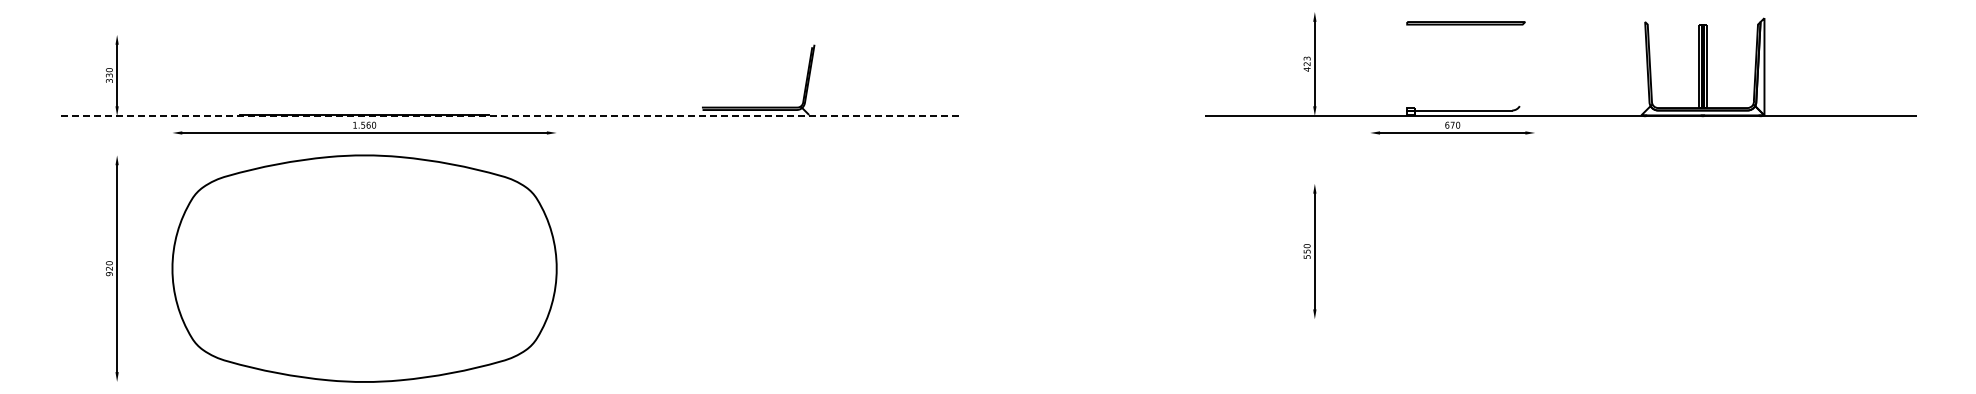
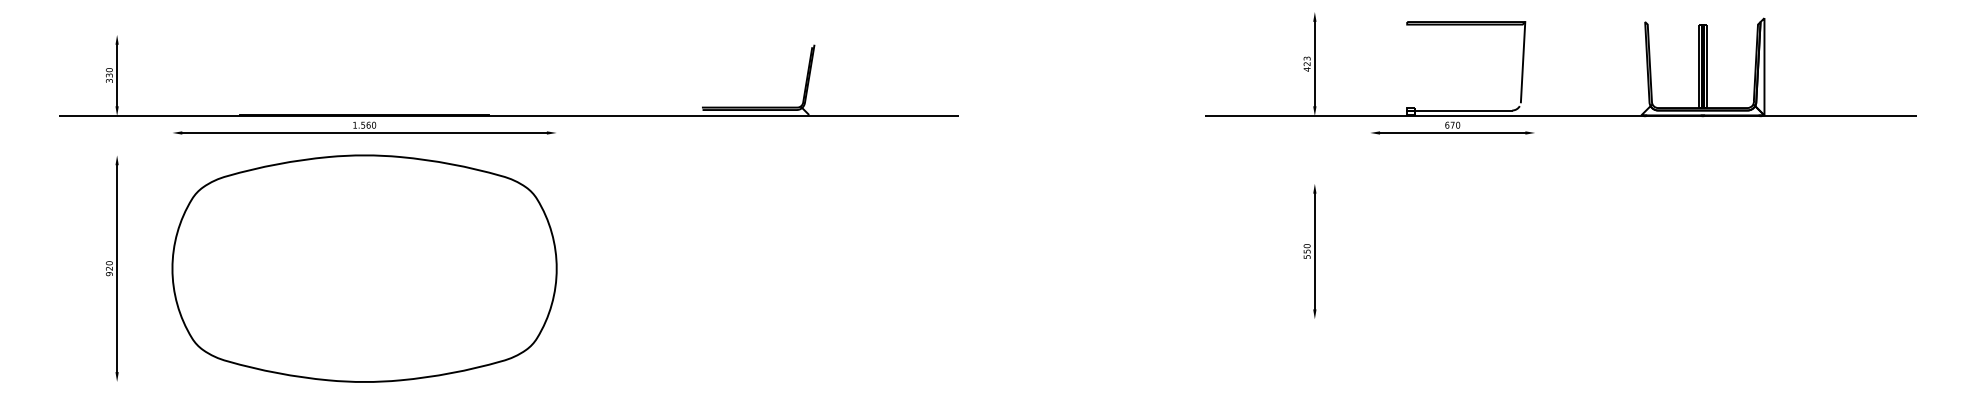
line at (1522, 62): none -> present
line at (509, 116): dashed -> solid
